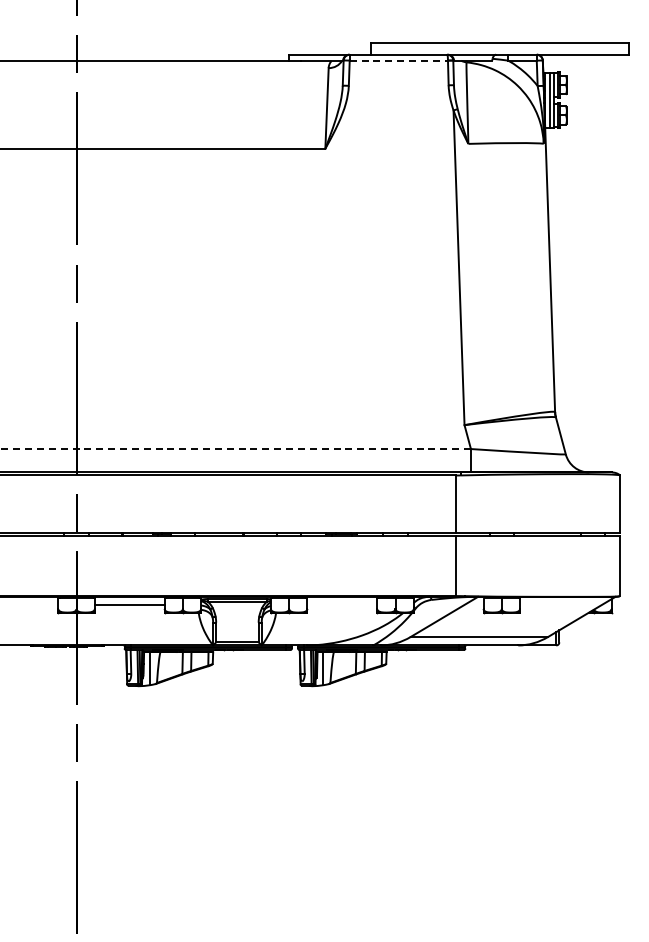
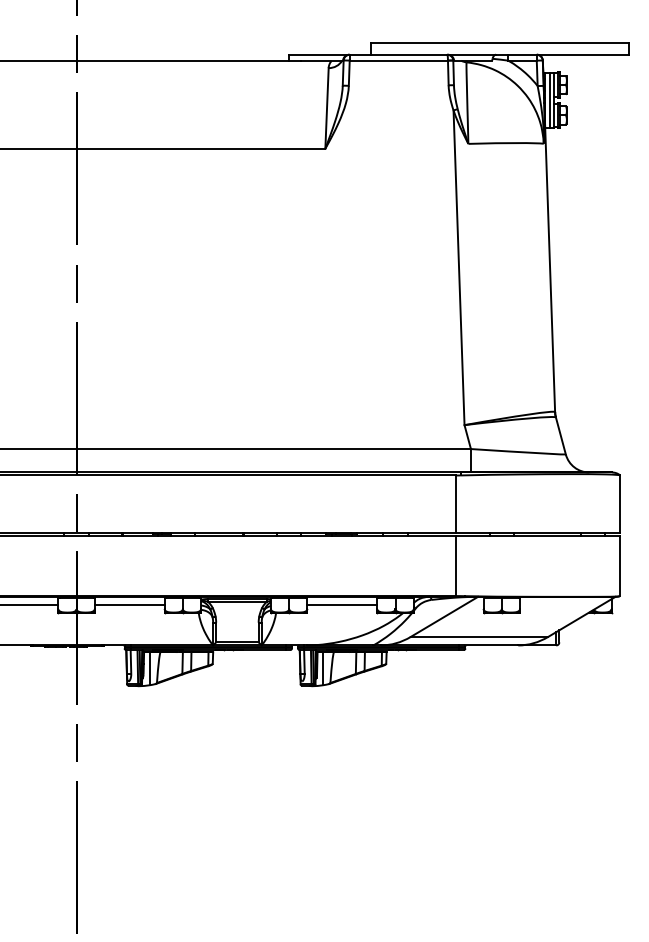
line at (399, 60): dashed -> solid
line at (235, 449): dashed -> solid
line at (30, 605): none -> present
line at (342, 605): none -> present
